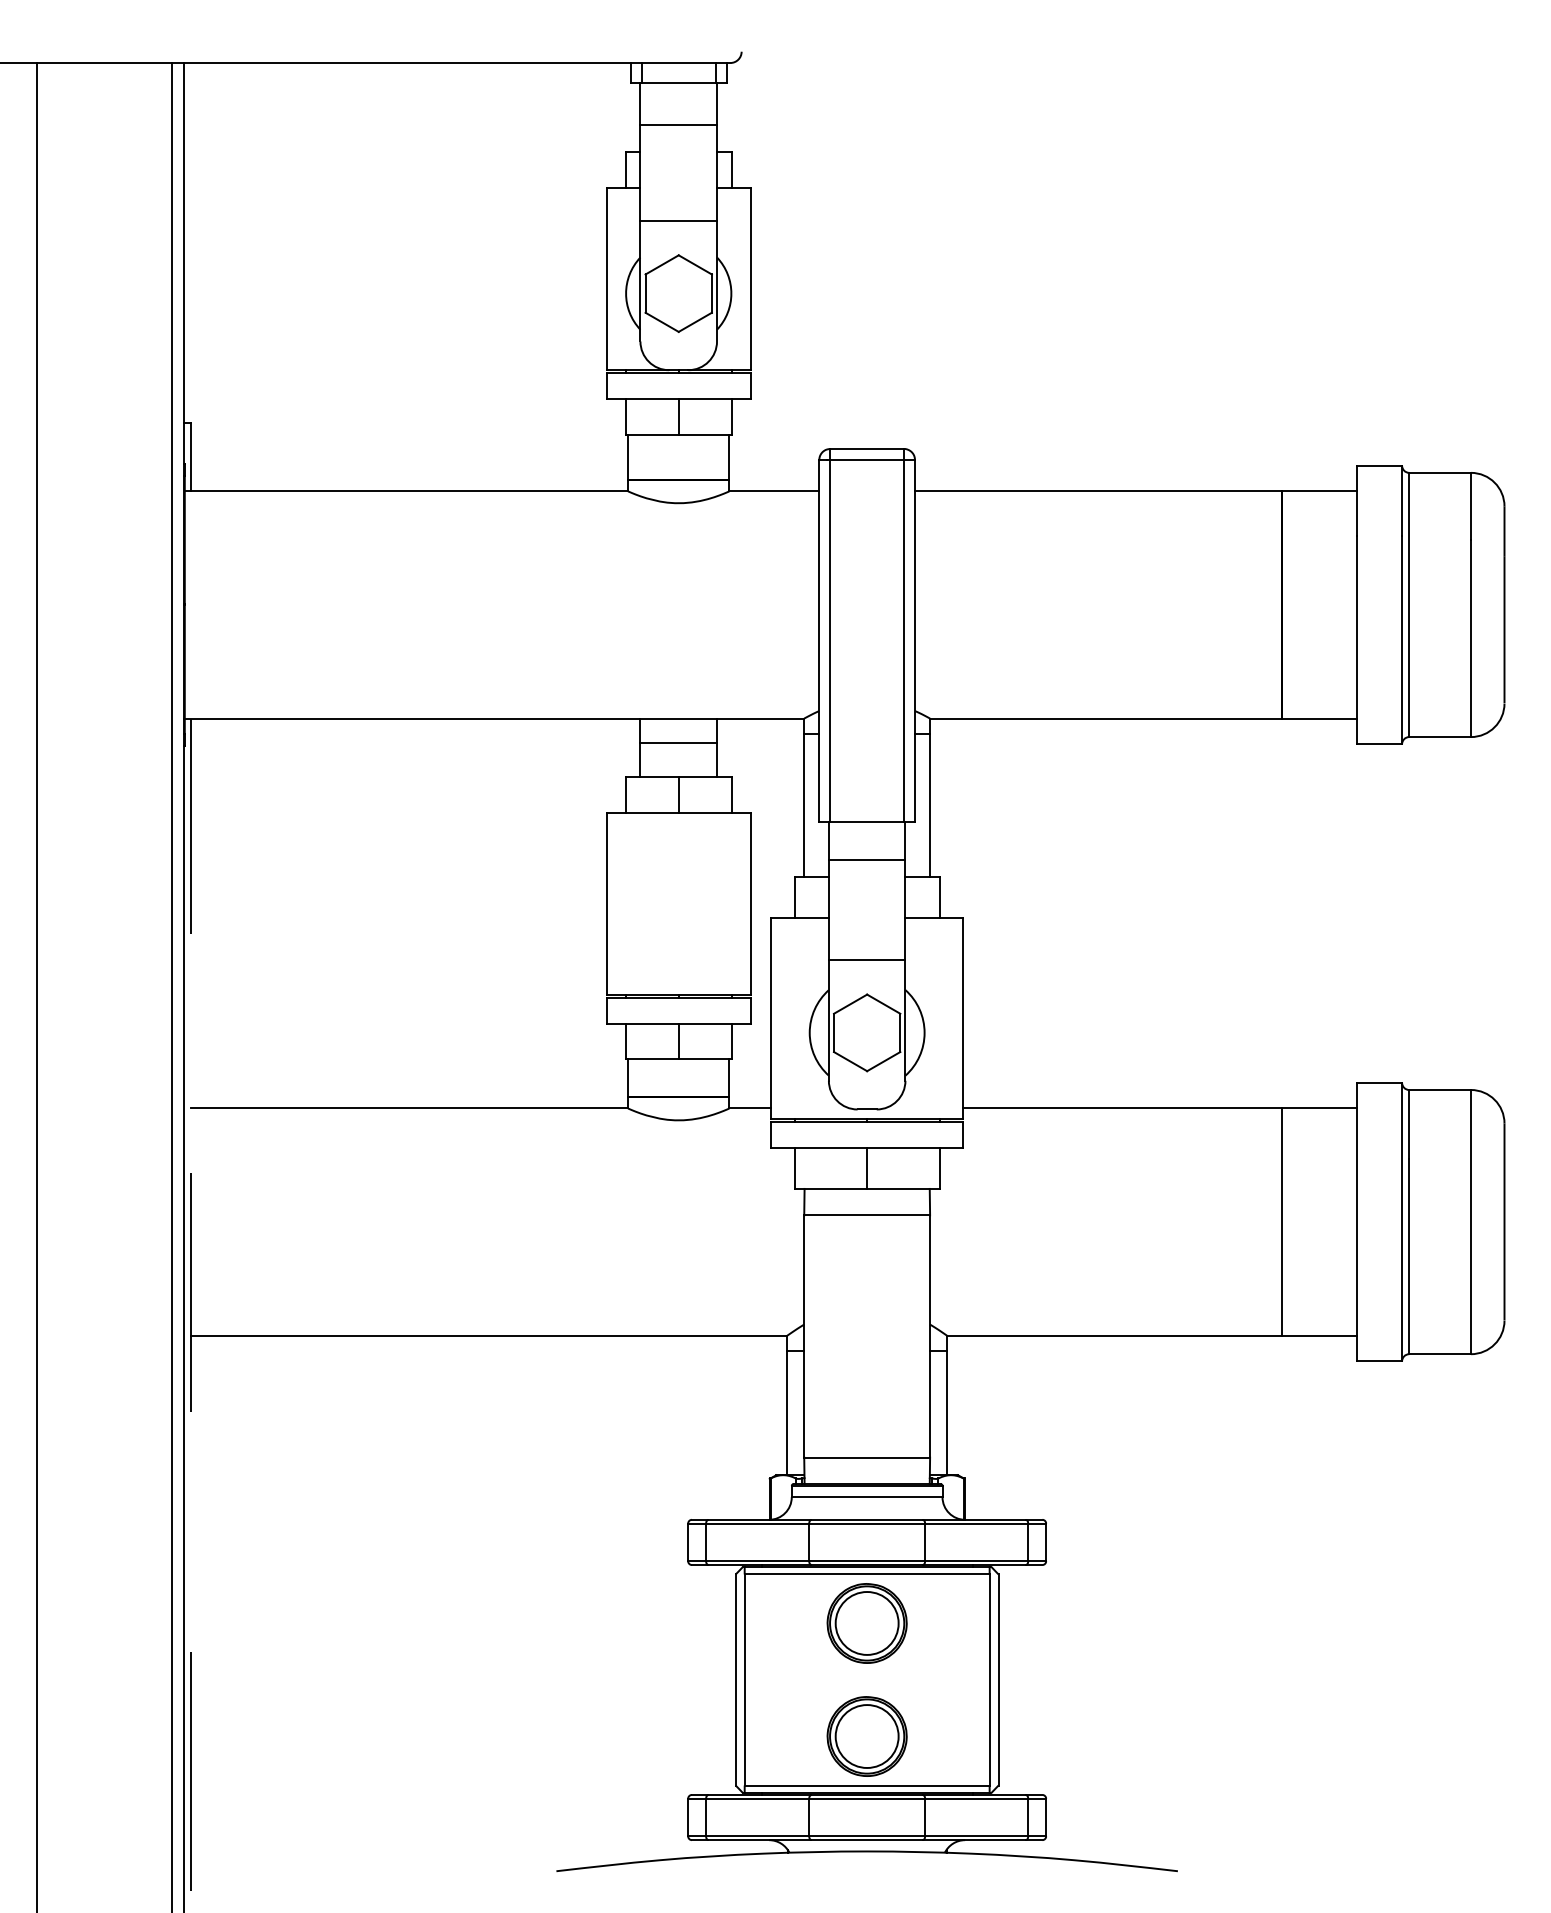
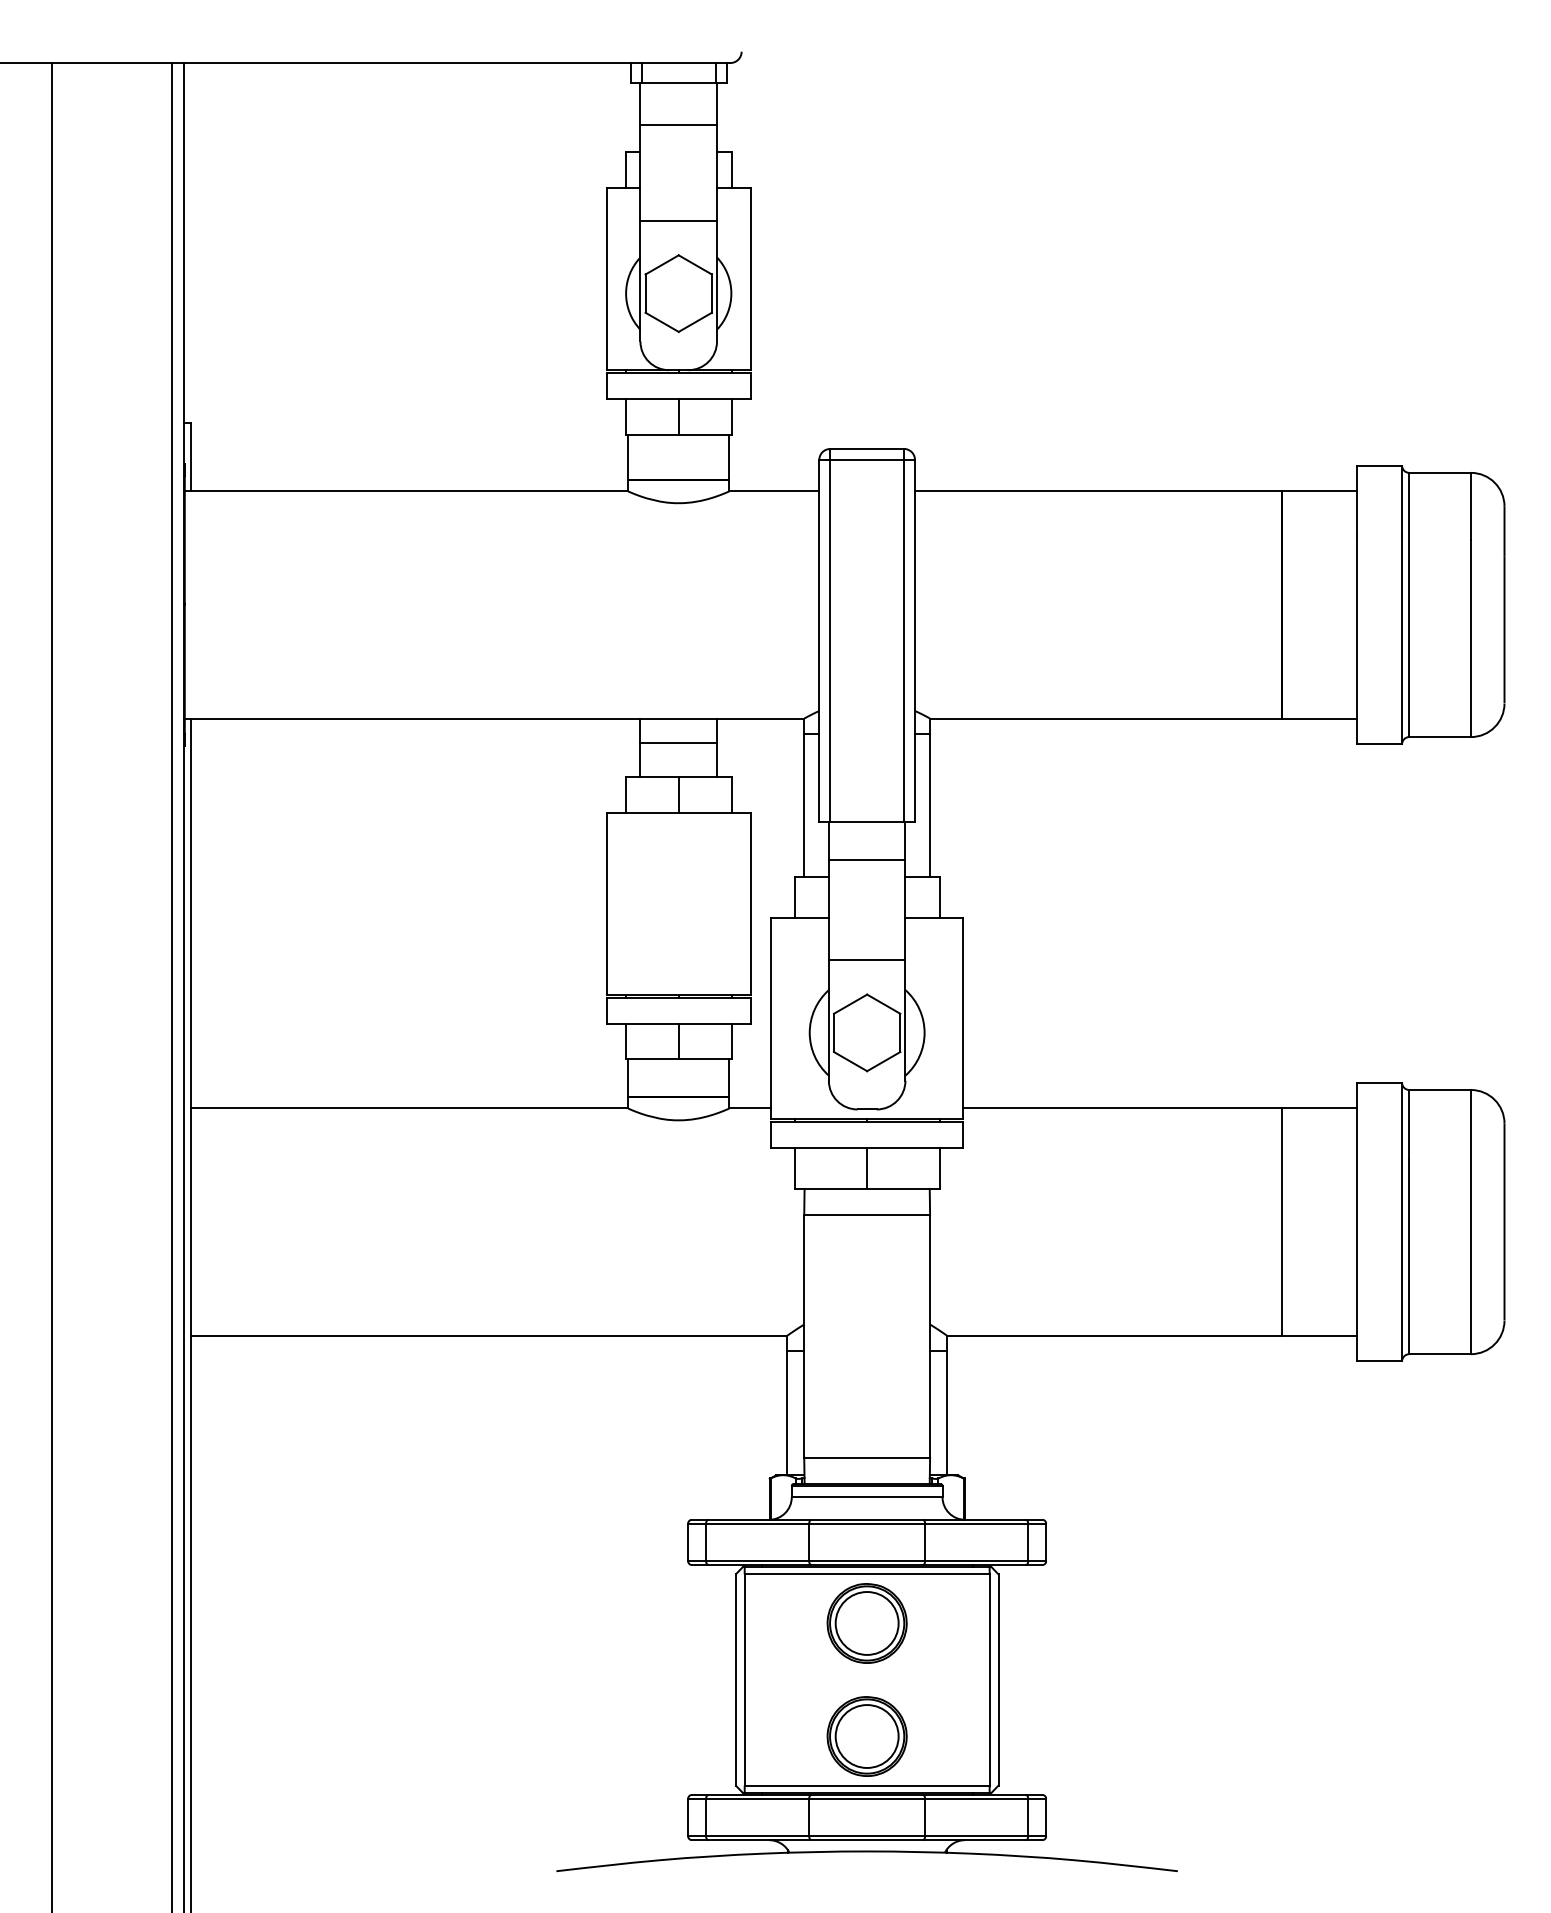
line at (37, 986) position: (37, 986) -> (52, 986)
line at (190, 1315): dashed -> solid
